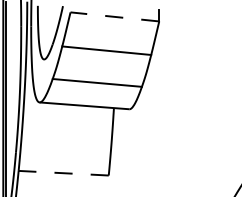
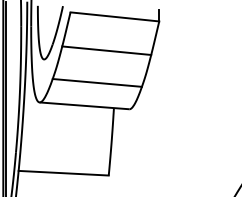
line at (114, 16): dashed -> solid
line at (63, 173): dashed -> solid
